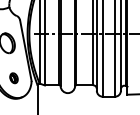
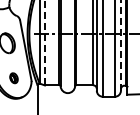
line at (44, 42): solid -> dashed
line at (120, 44): solid -> dashed
